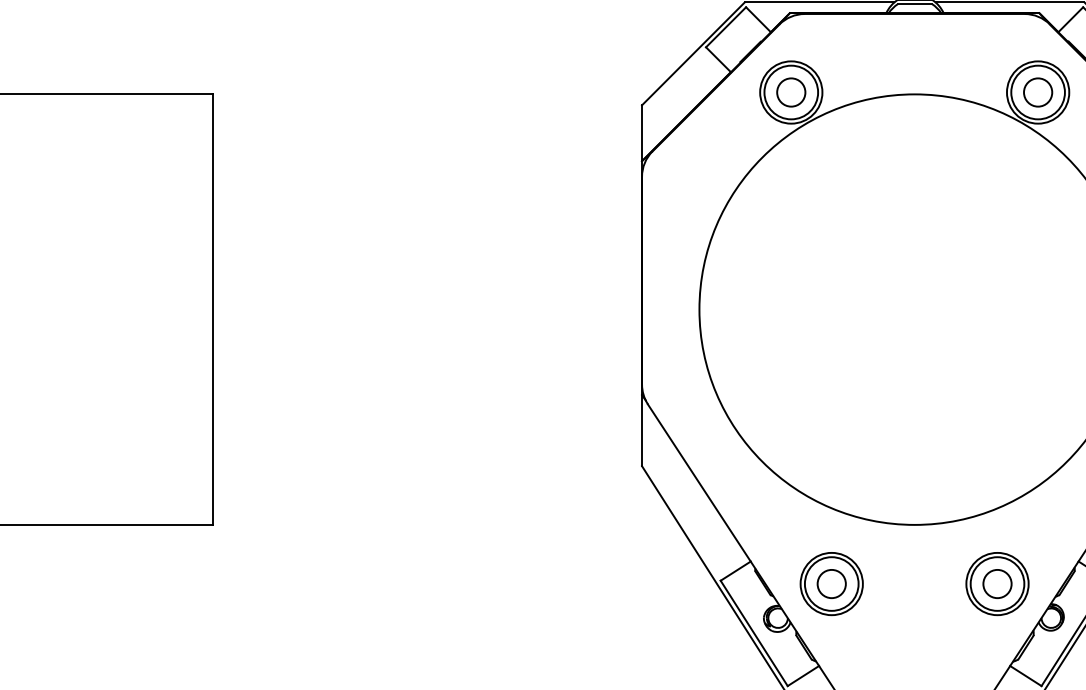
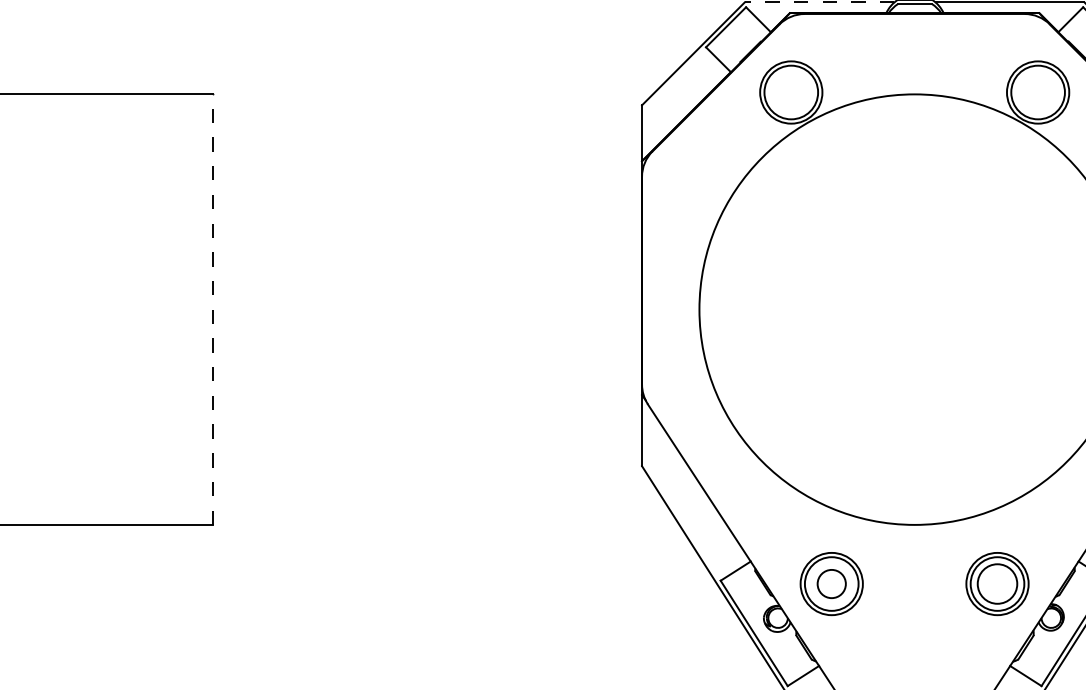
line at (819, 2): solid -> dashed
circle at (791, 92): present -> none
circle at (1038, 92): present -> none
line at (212, 309): solid -> dashed
circle at (997, 583) diameter: 28 px -> 40 px
